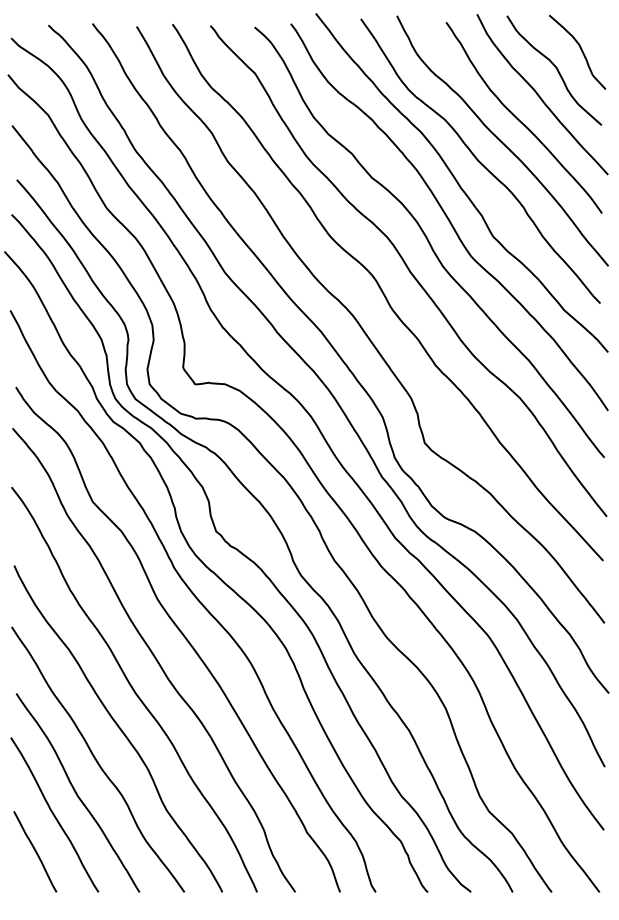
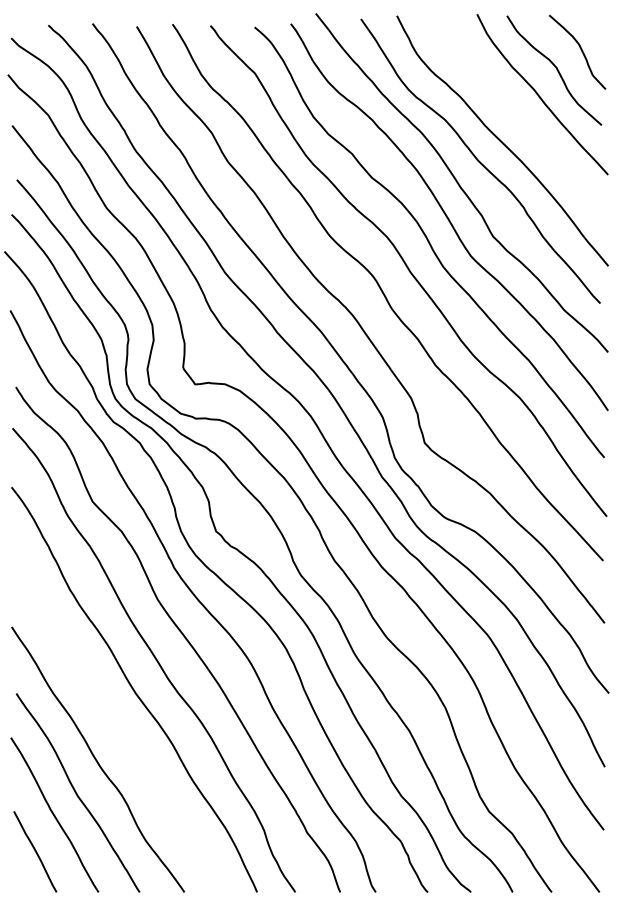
curve at (520, 120): present -> none
curve at (118, 728): present -> none
